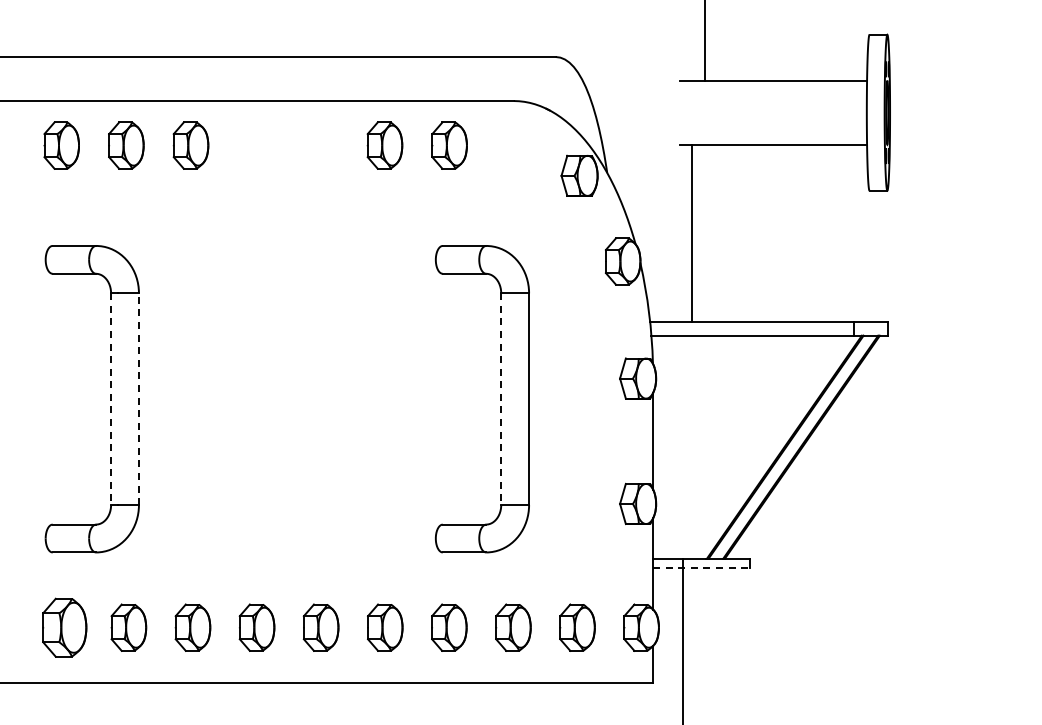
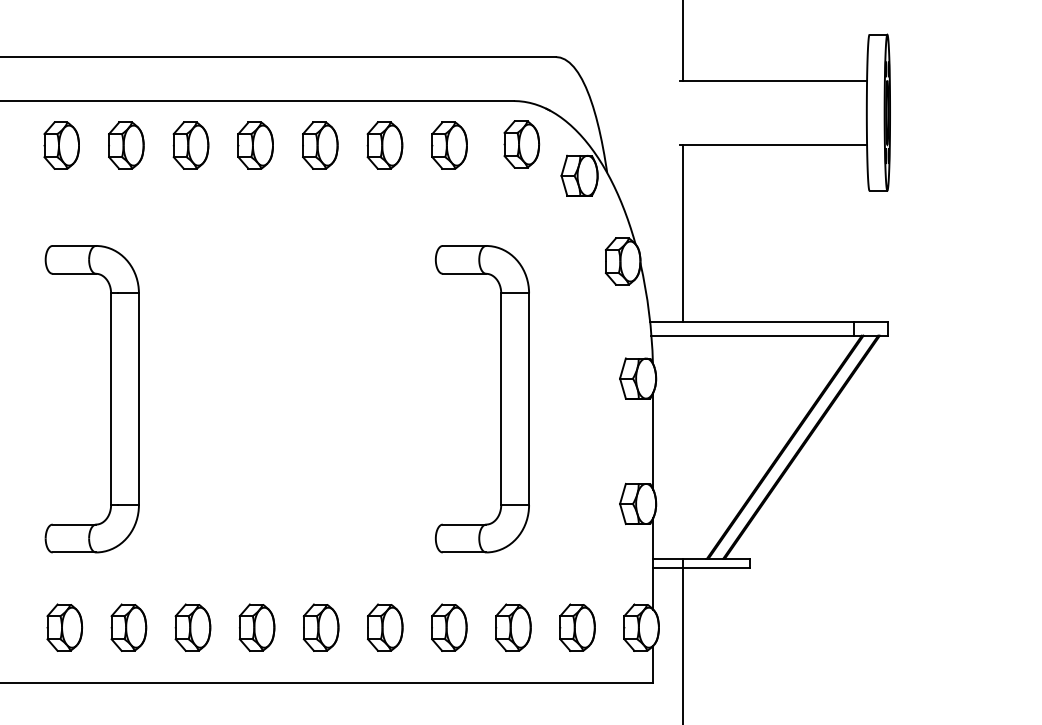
line at (704, 41) position: (704, 41) -> (682, 41)
part at (521, 144): none -> present
part at (255, 145): none -> present
part at (320, 145): none -> present
line at (691, 233) position: (691, 233) -> (682, 233)
line at (111, 399): dashed -> solid
line at (138, 399): dashed -> solid
line at (501, 399): dashed -> solid
line at (701, 567): dashed -> solid
part at (64, 627) size: 46x61 px -> 38x49 px
